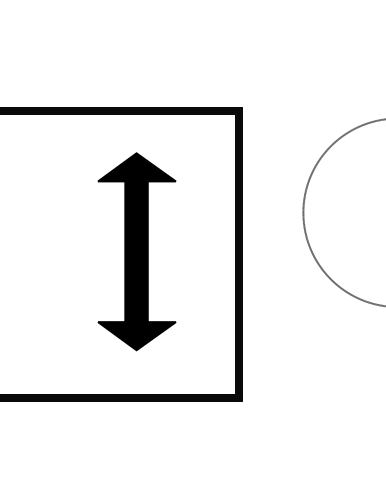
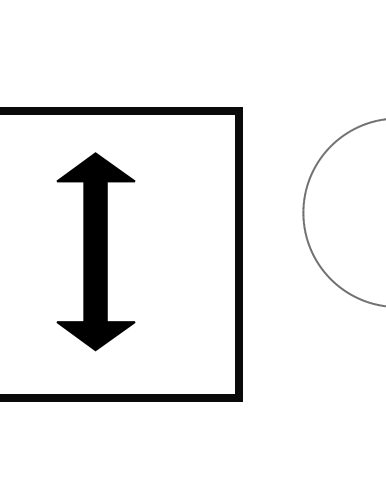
part at (136, 251) position: (136, 251) -> (95, 251)
